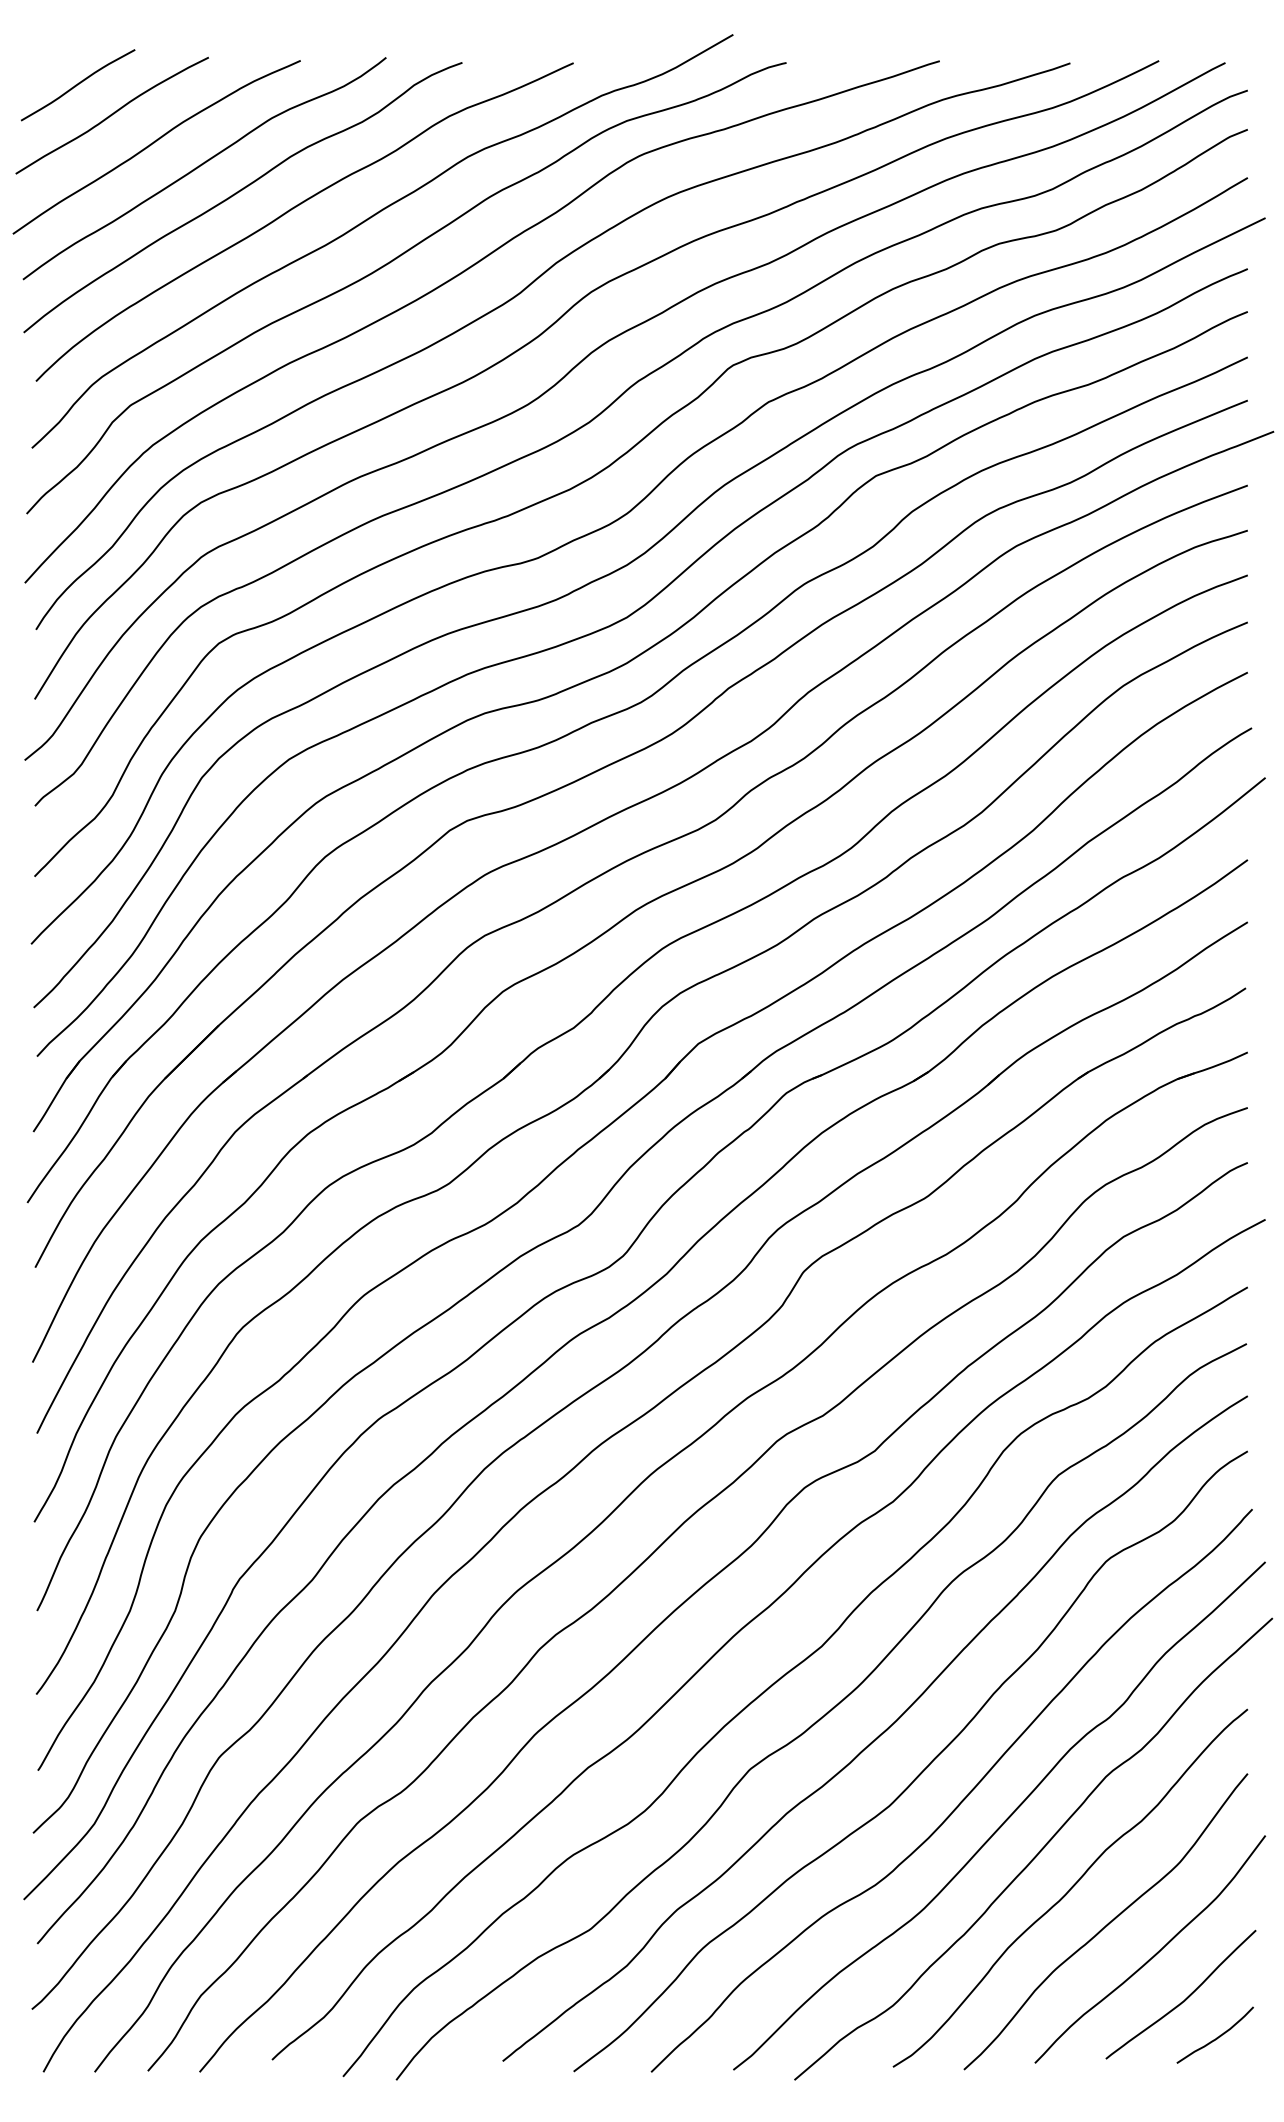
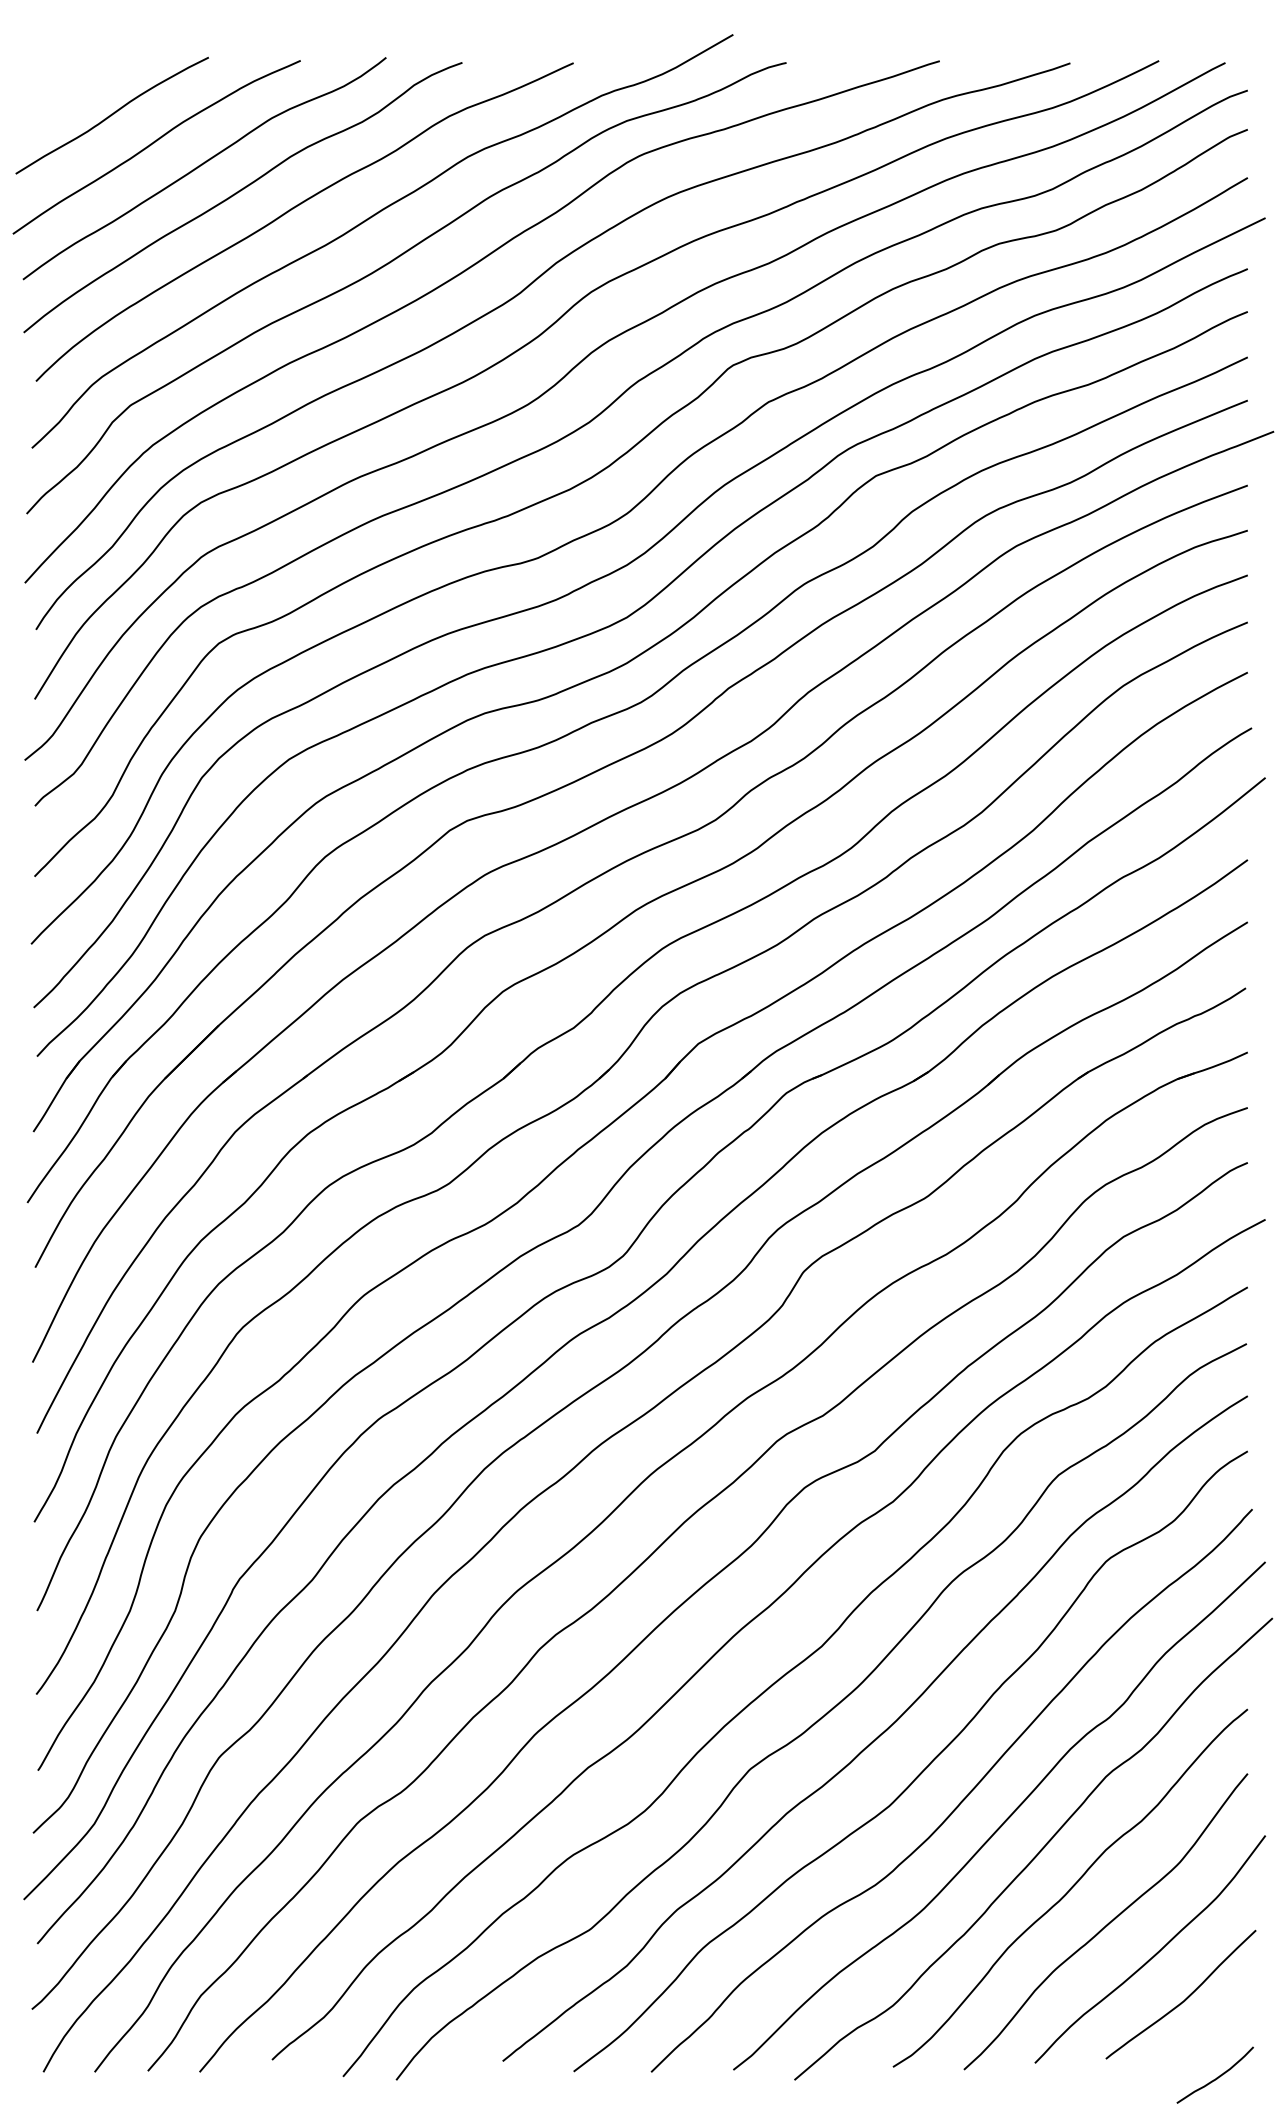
curve at (77, 85): present -> none
curve at (1217, 2036) position: (1217, 2036) -> (1217, 2076)
